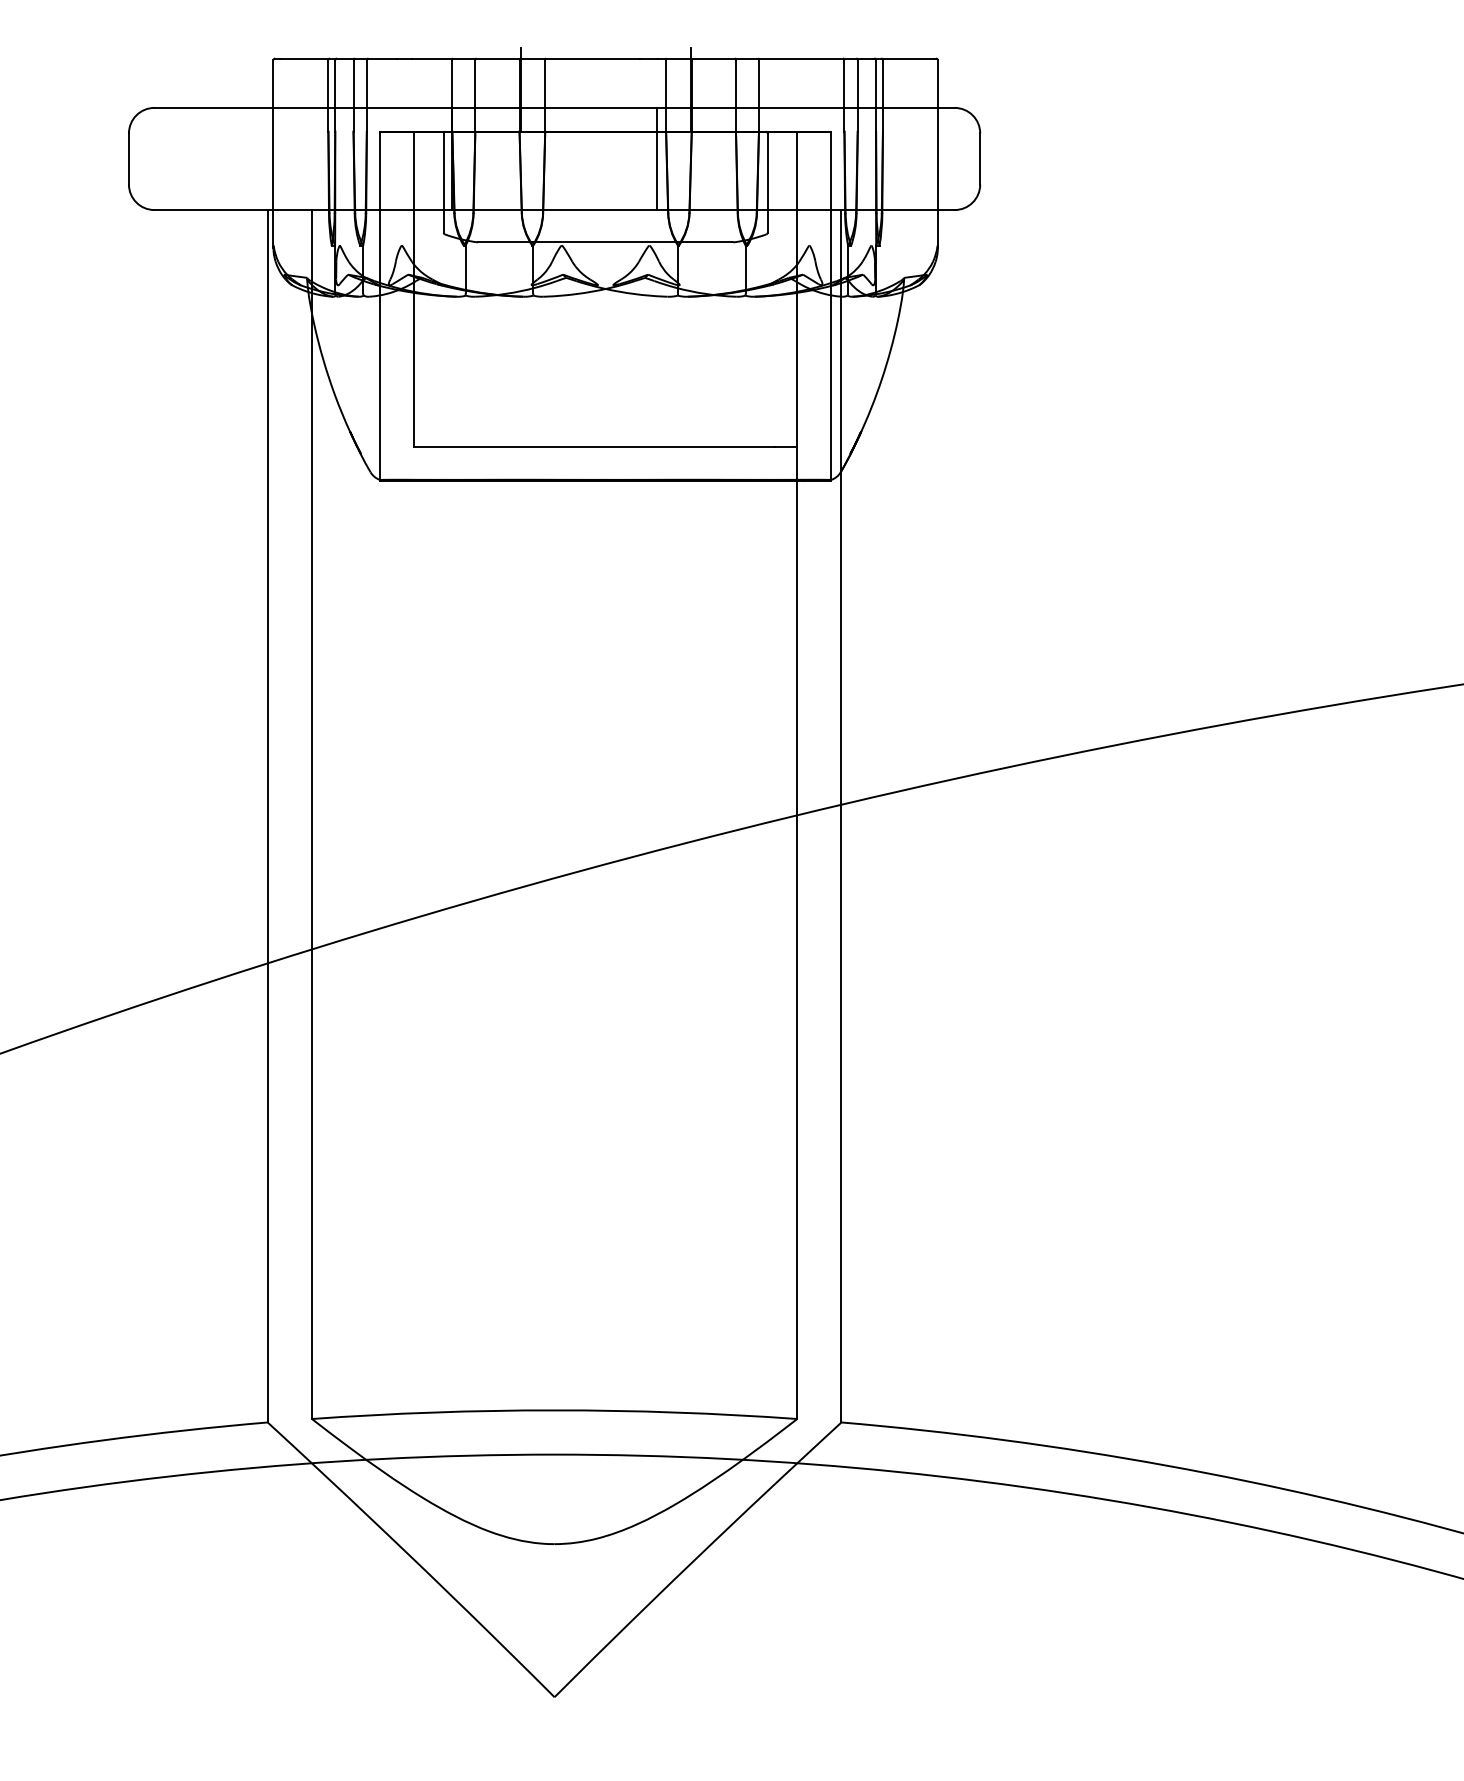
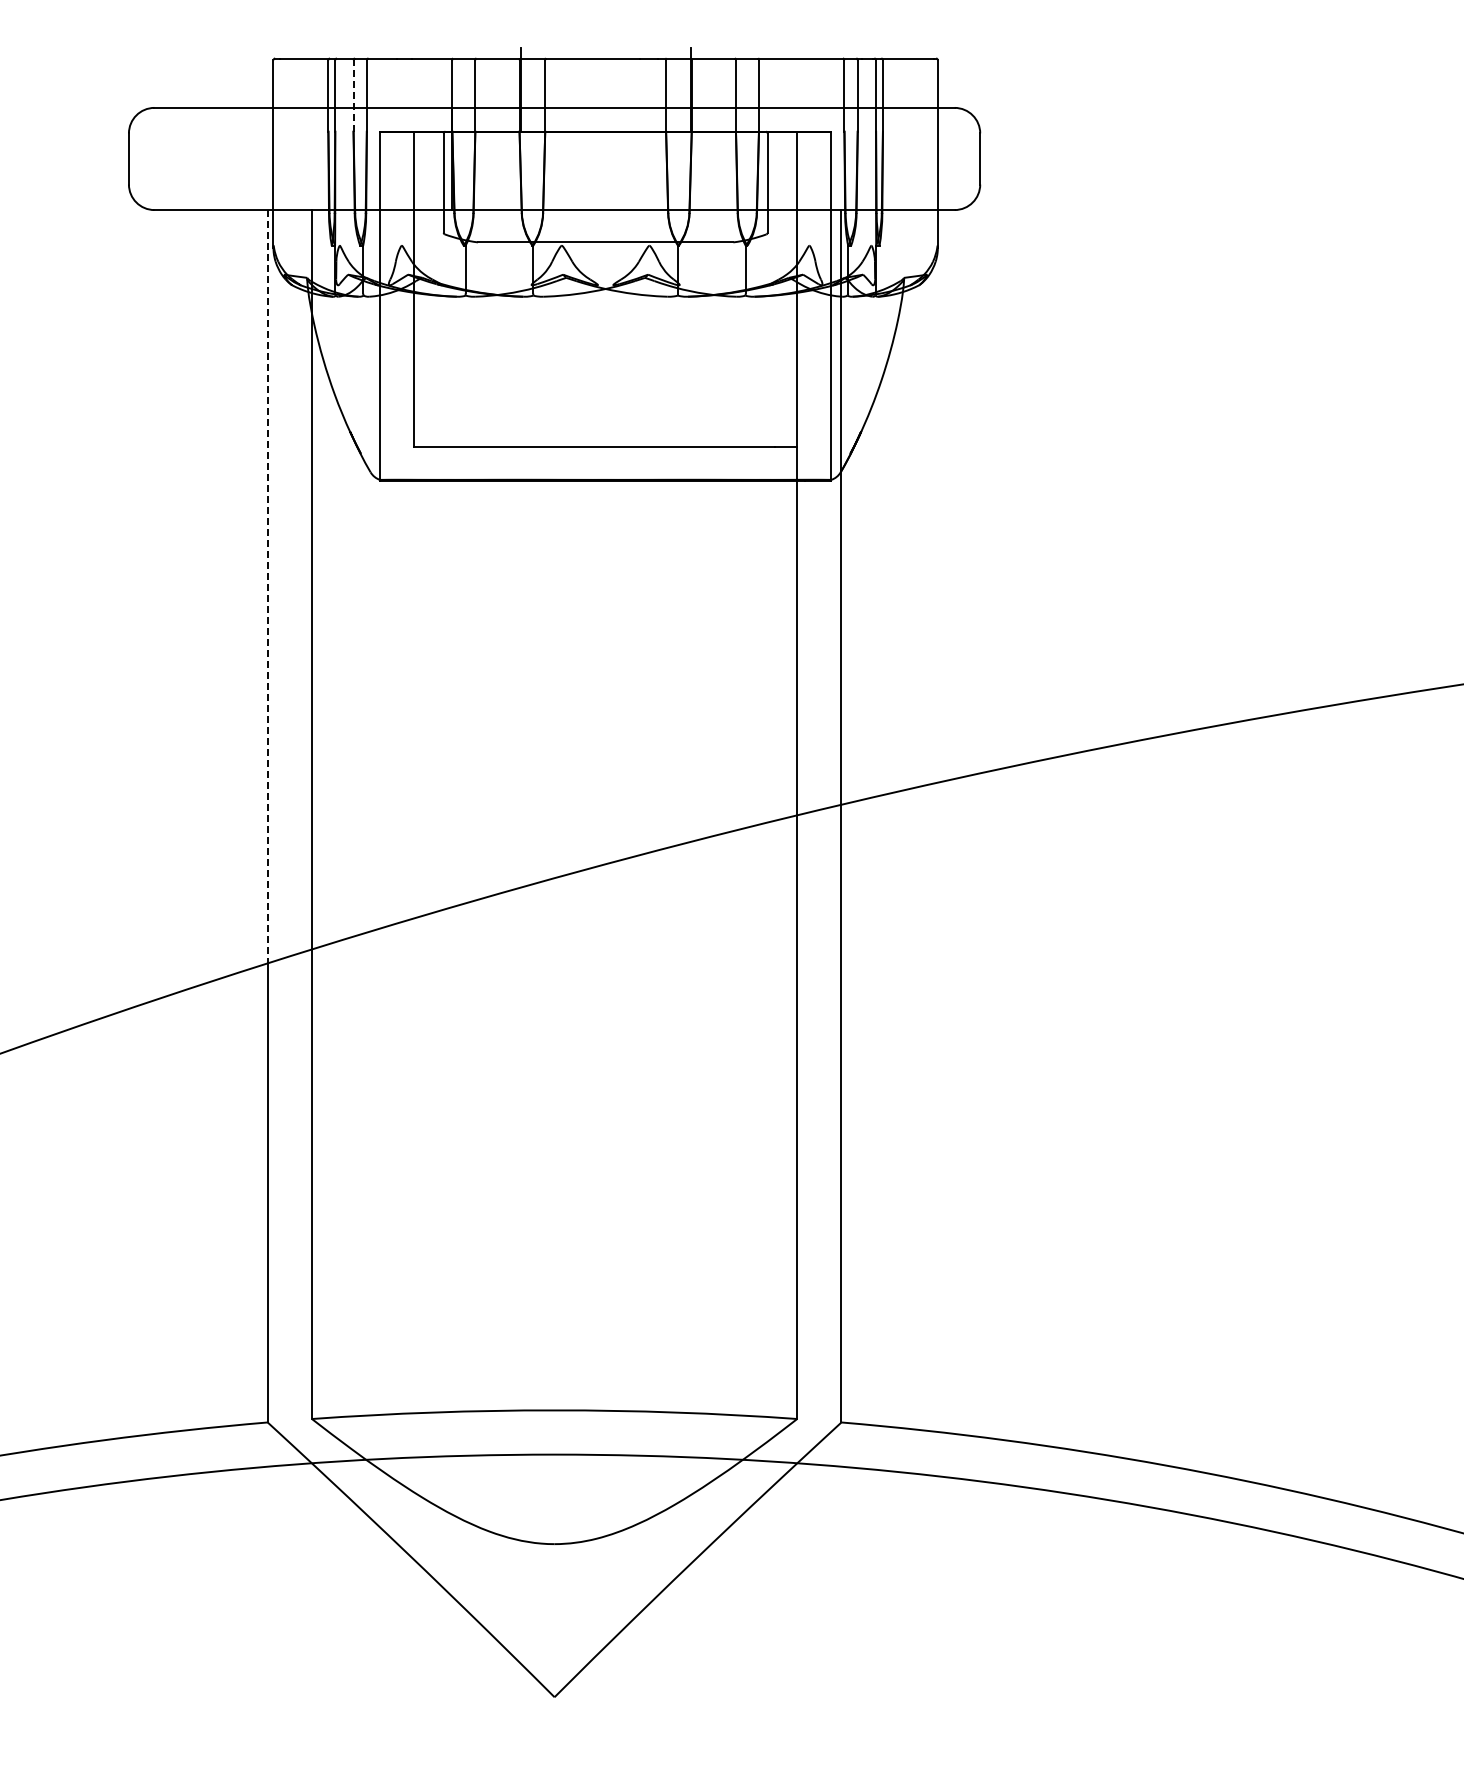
line at (353, 95): solid -> dashed
line at (656, 158): present -> none
line at (267, 586): solid -> dashed
